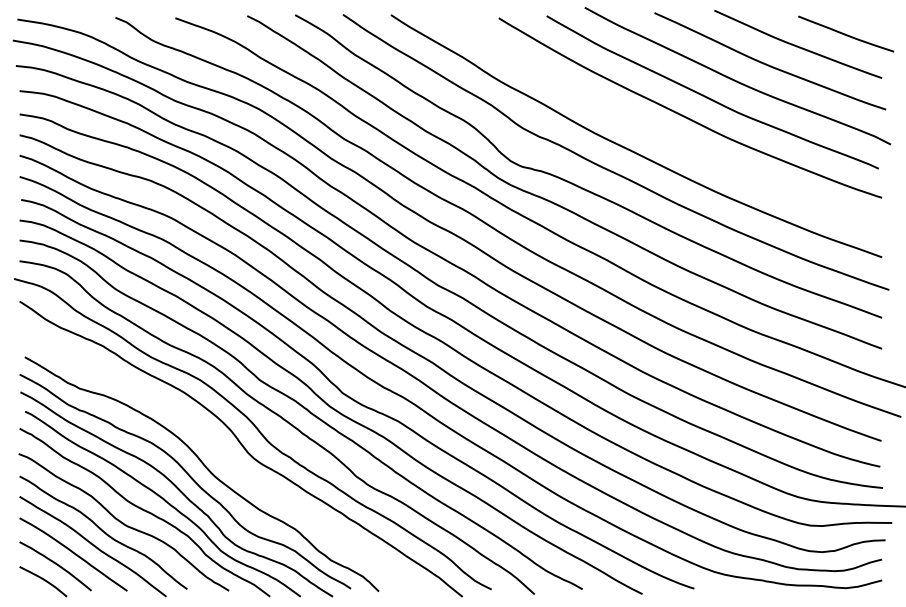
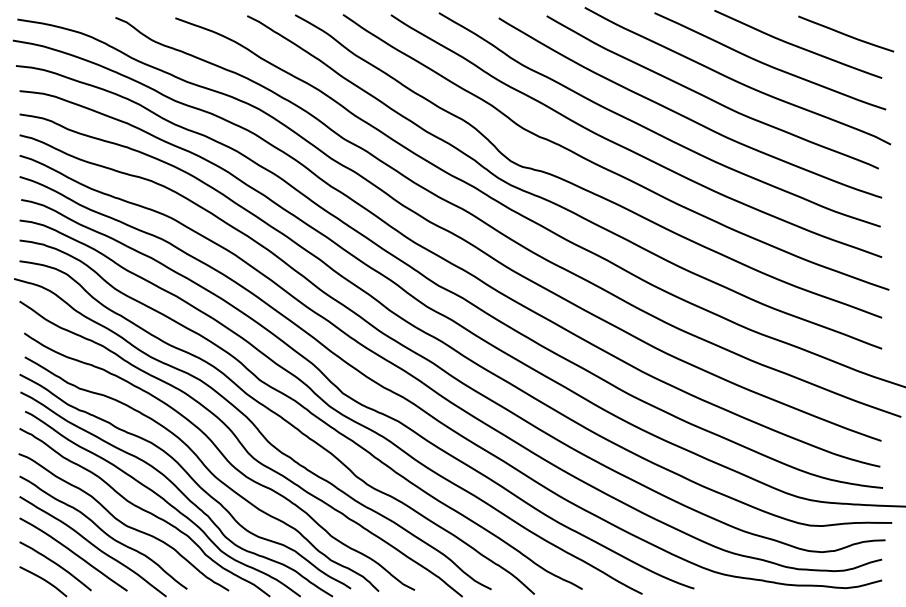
curve at (653, 130): none -> present
curve at (223, 457): none -> present
